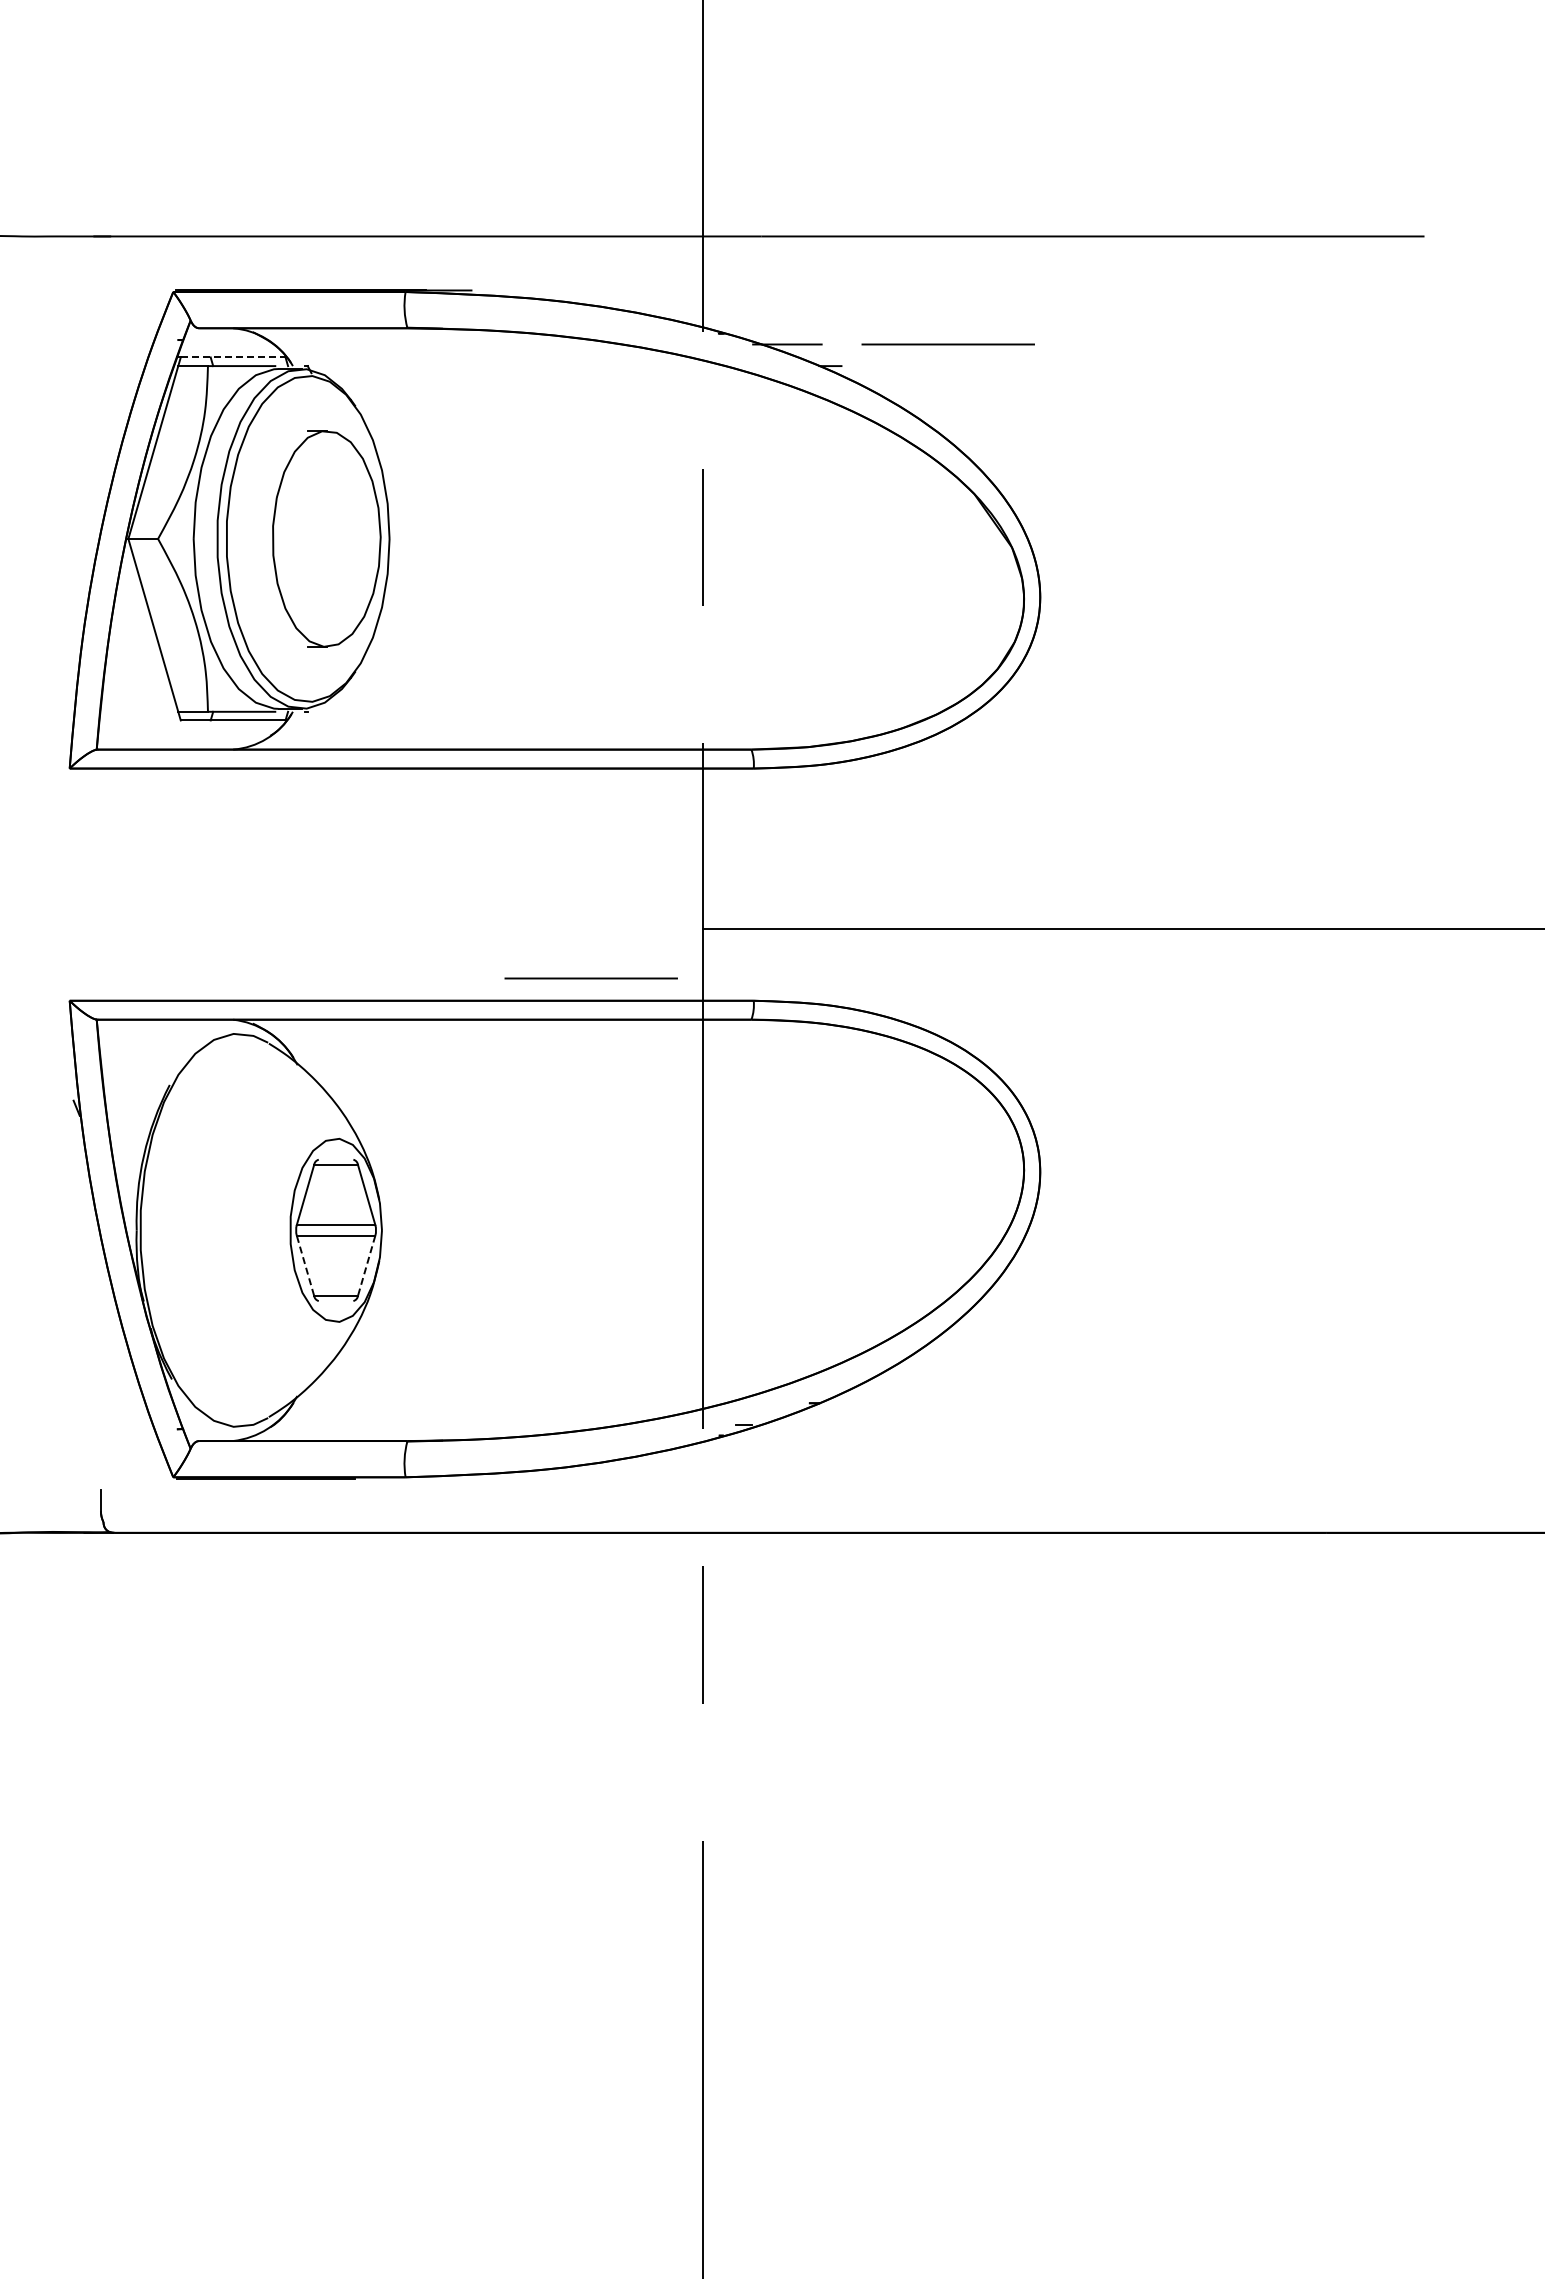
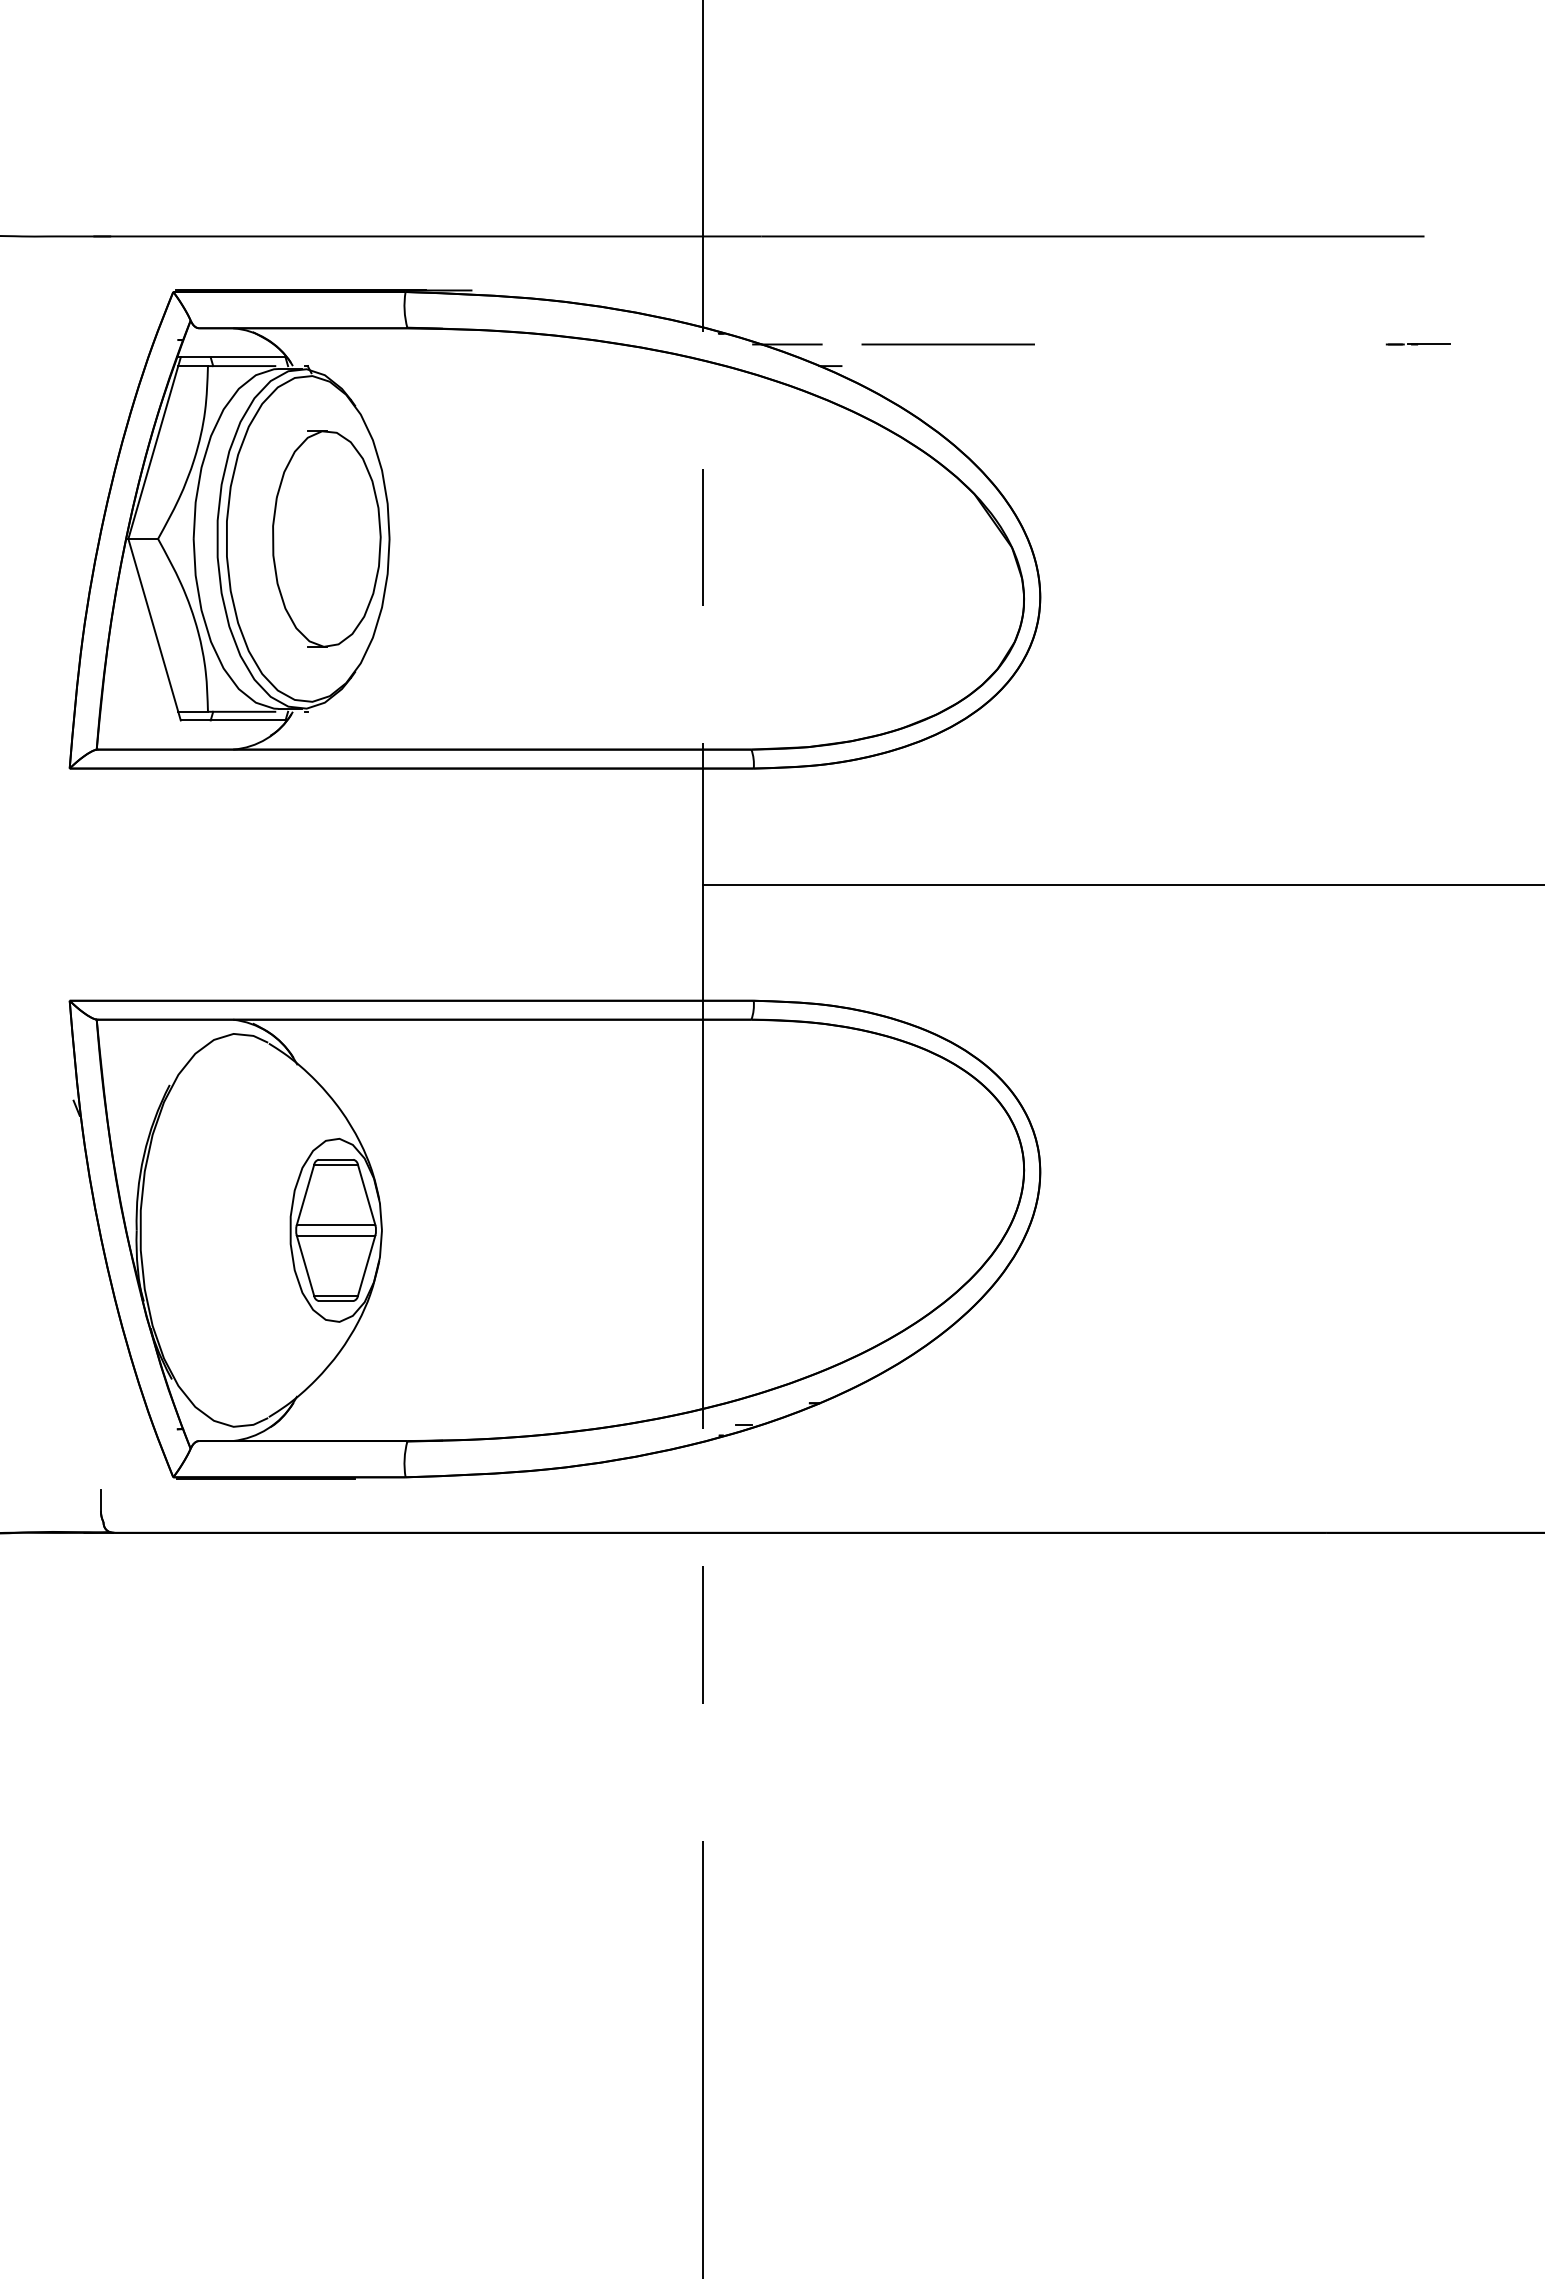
line at (1417, 344): none -> present
line at (233, 357): dashed -> solid
line at (1122, 928) position: (1122, 928) -> (1122, 884)
line at (590, 978): present -> none
line at (335, 1159): none -> present
line at (305, 1265): dashed -> solid
line at (366, 1266): dashed -> solid
line at (335, 1301): none -> present
